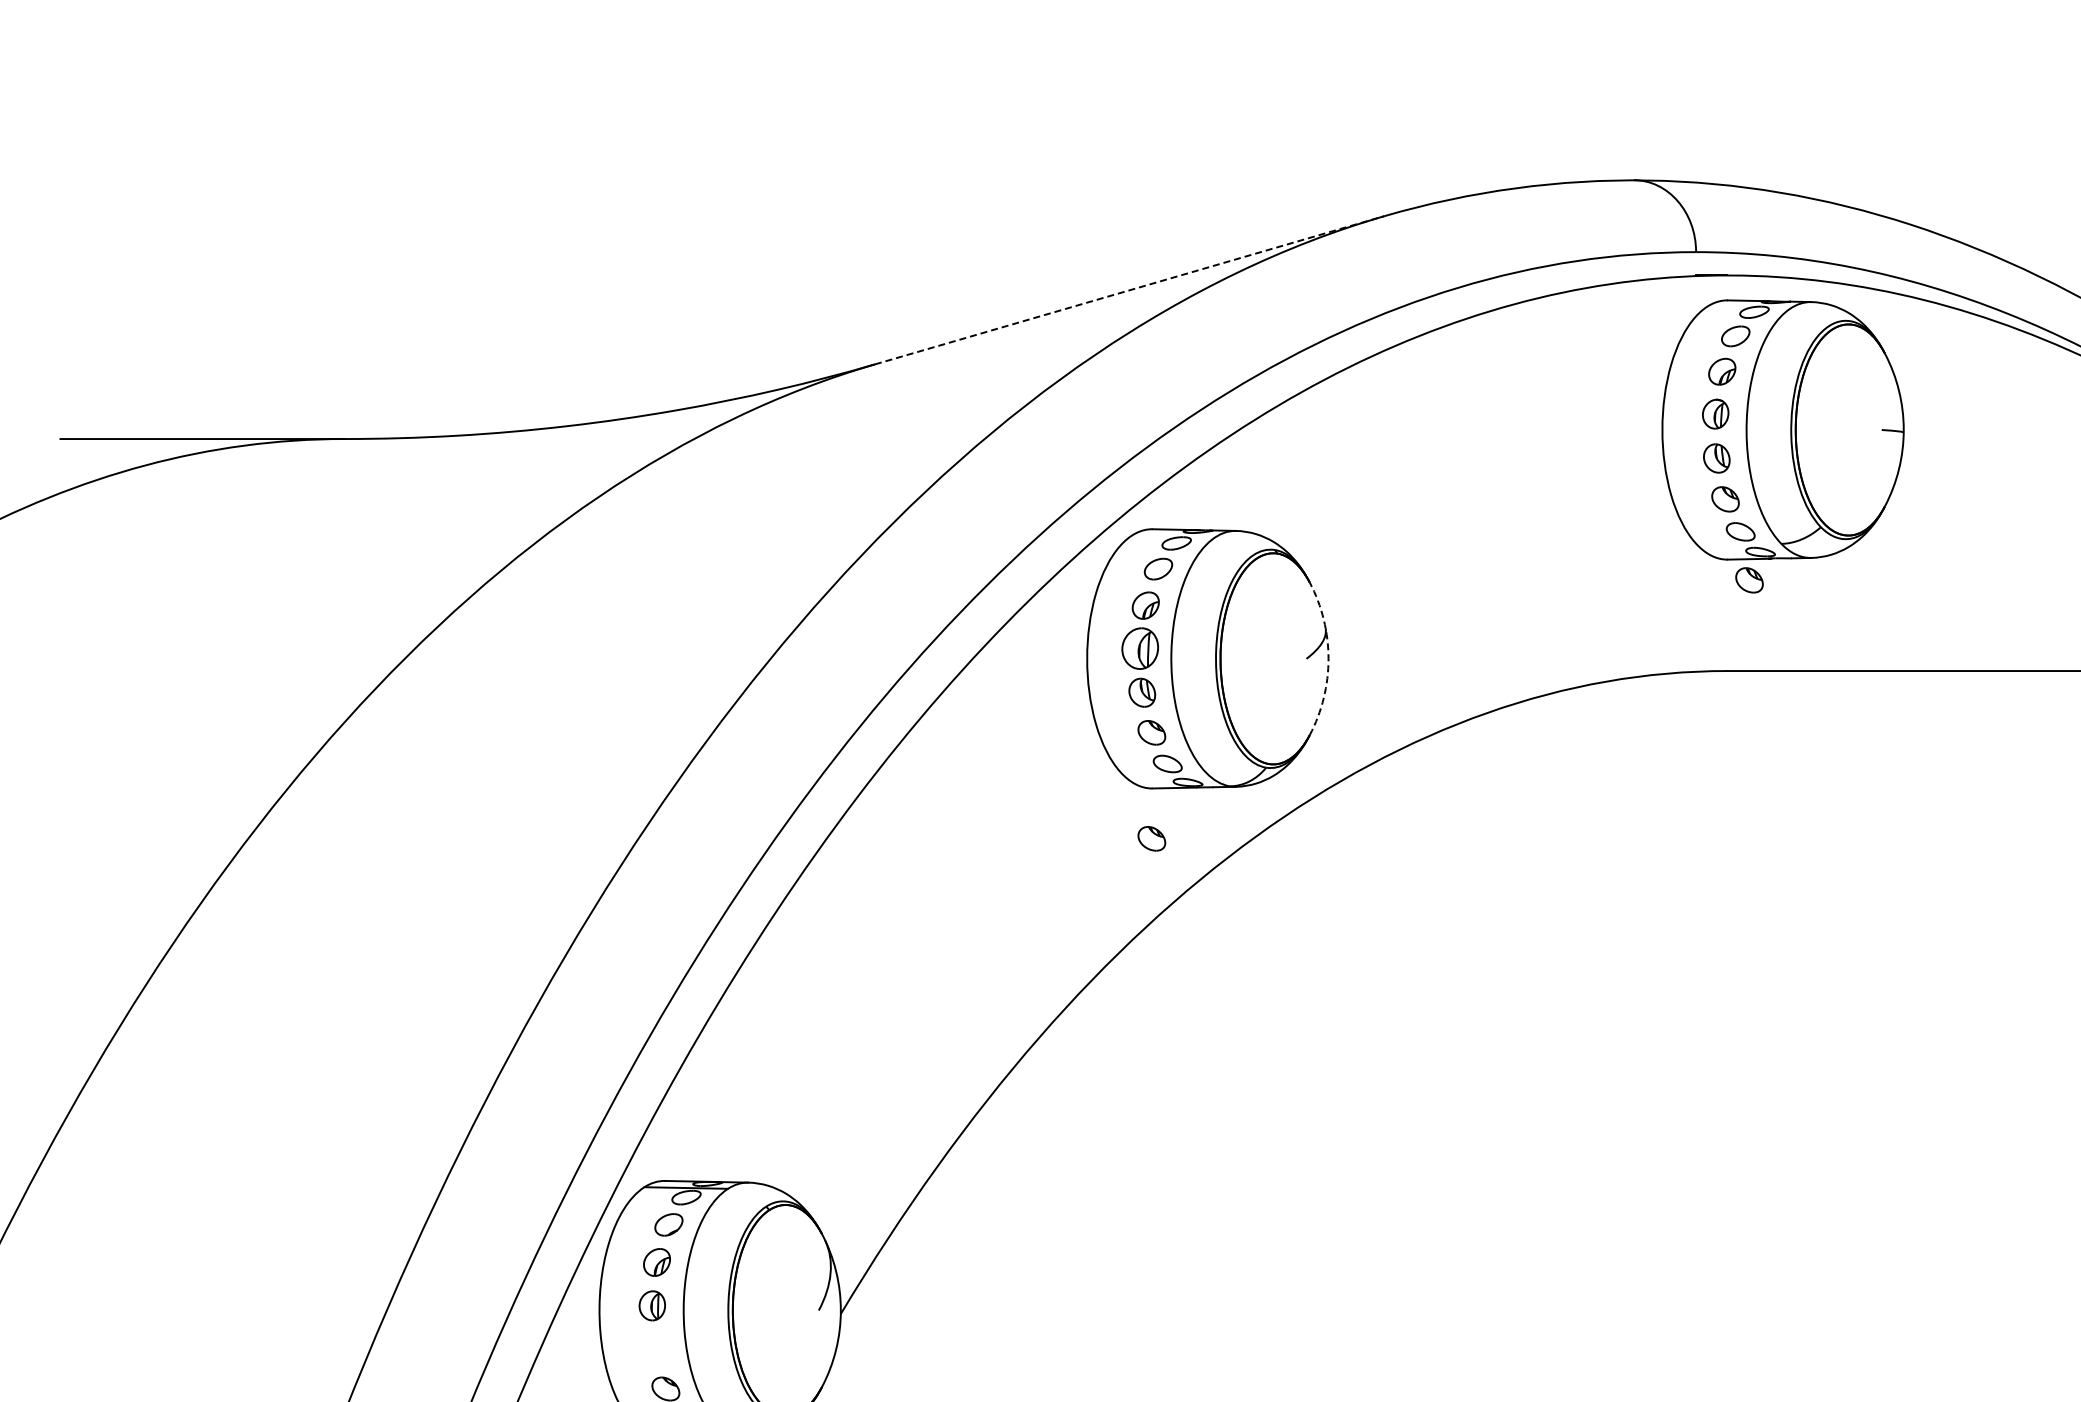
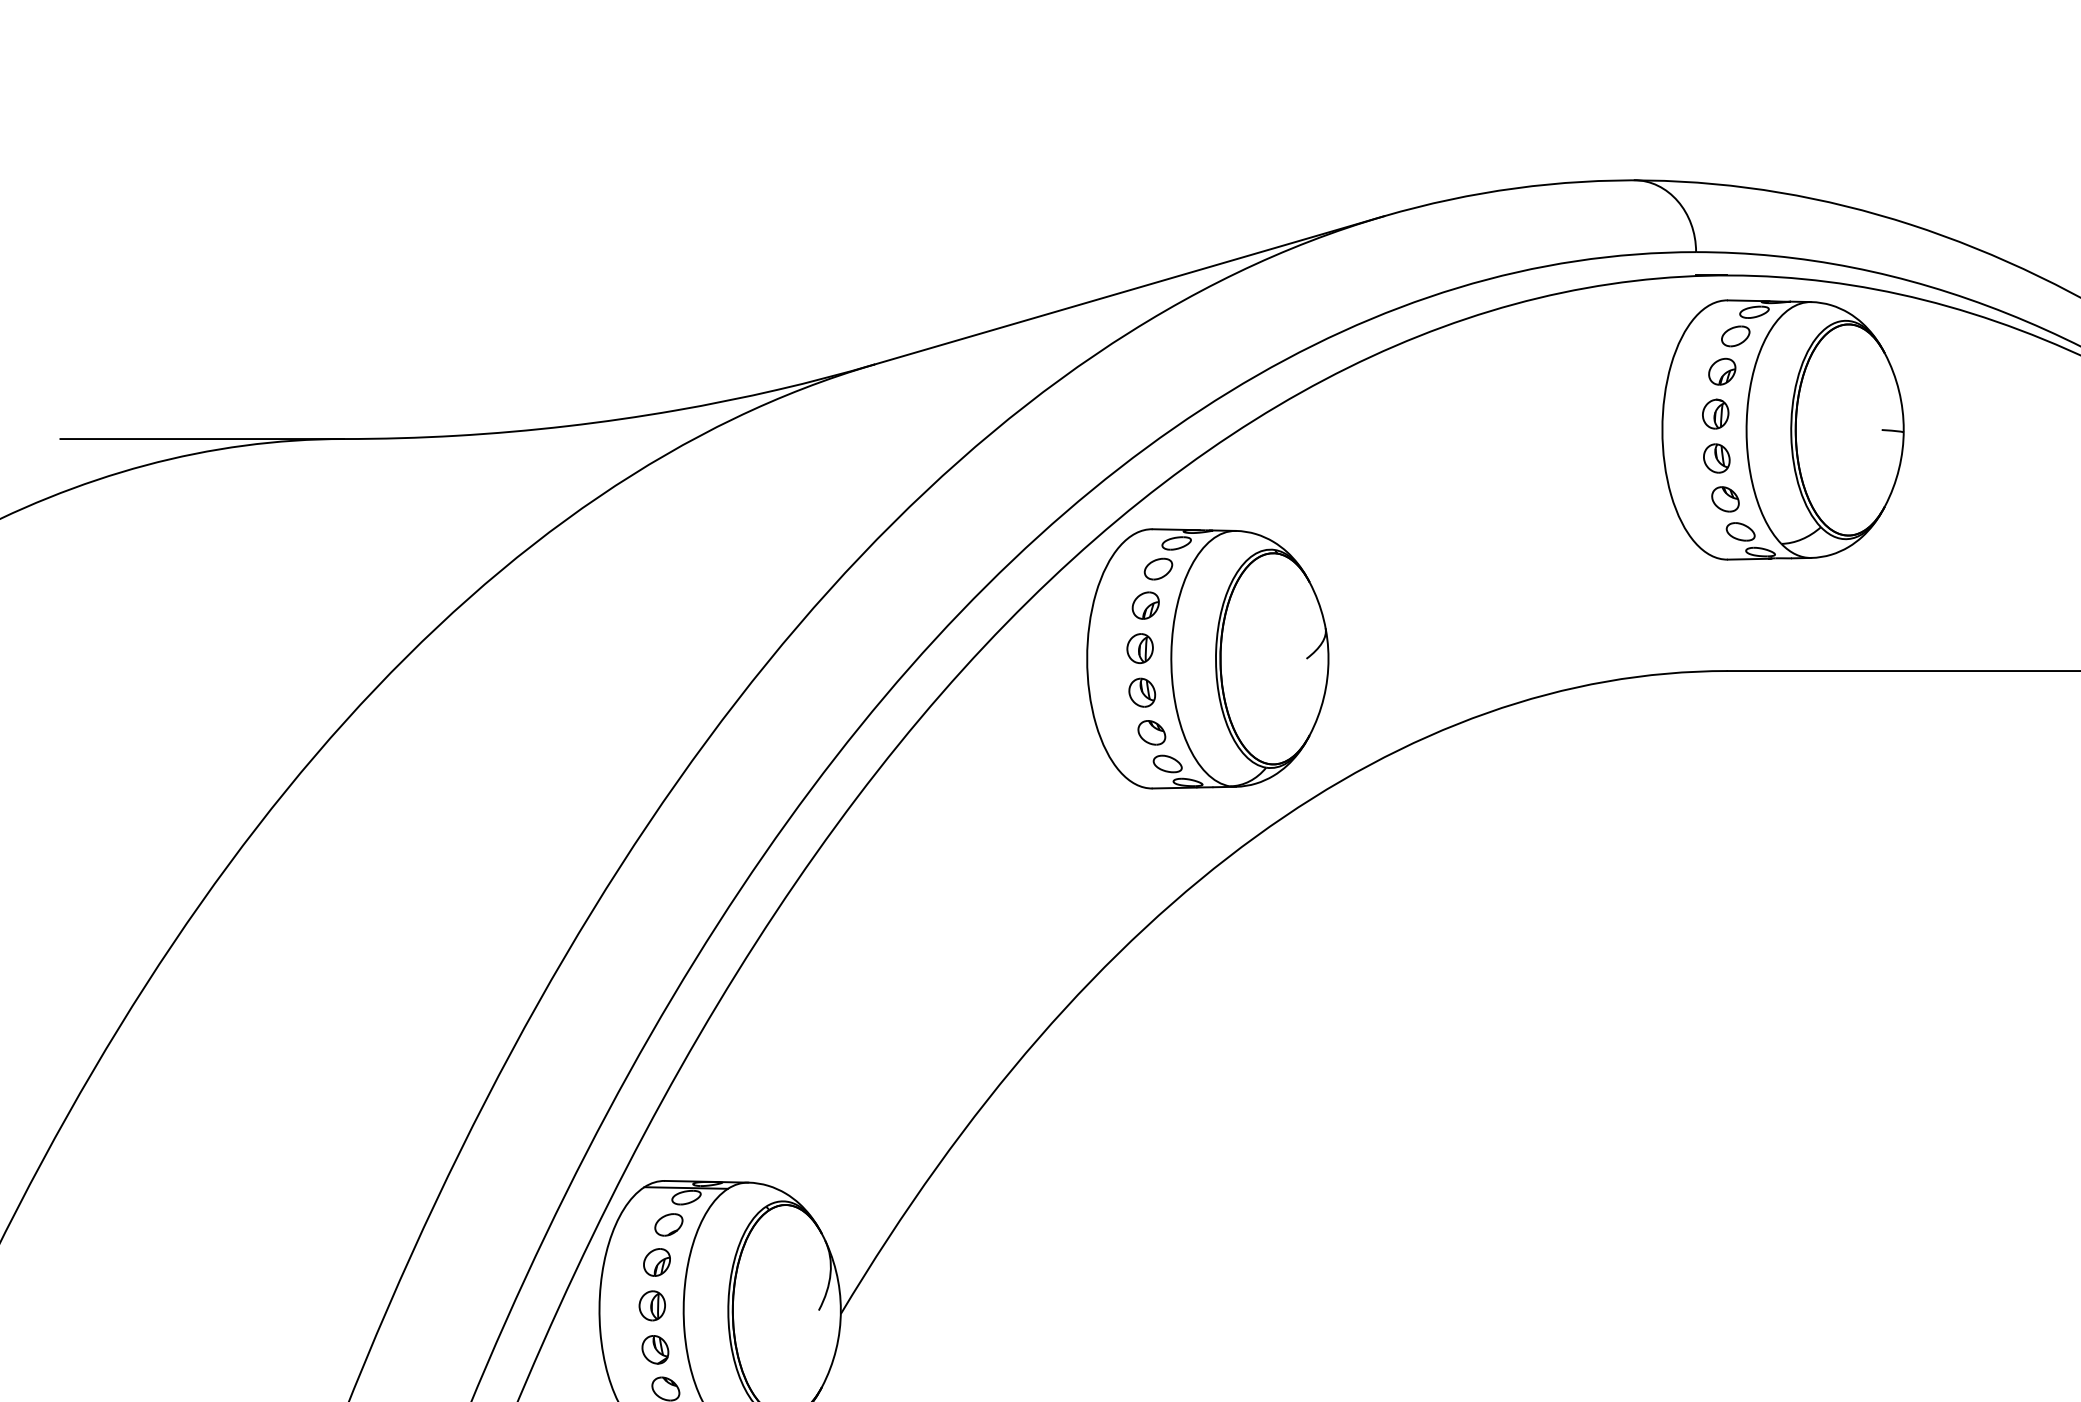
line at (1130, 290): dashed -> solid
part at (1749, 580): present -> none
part at (1139, 648) size: 38x43 px -> 28x31 px
arc at (1328, 658): dashed -> solid
part at (1151, 838): present -> none
part at (655, 1349): none -> present
